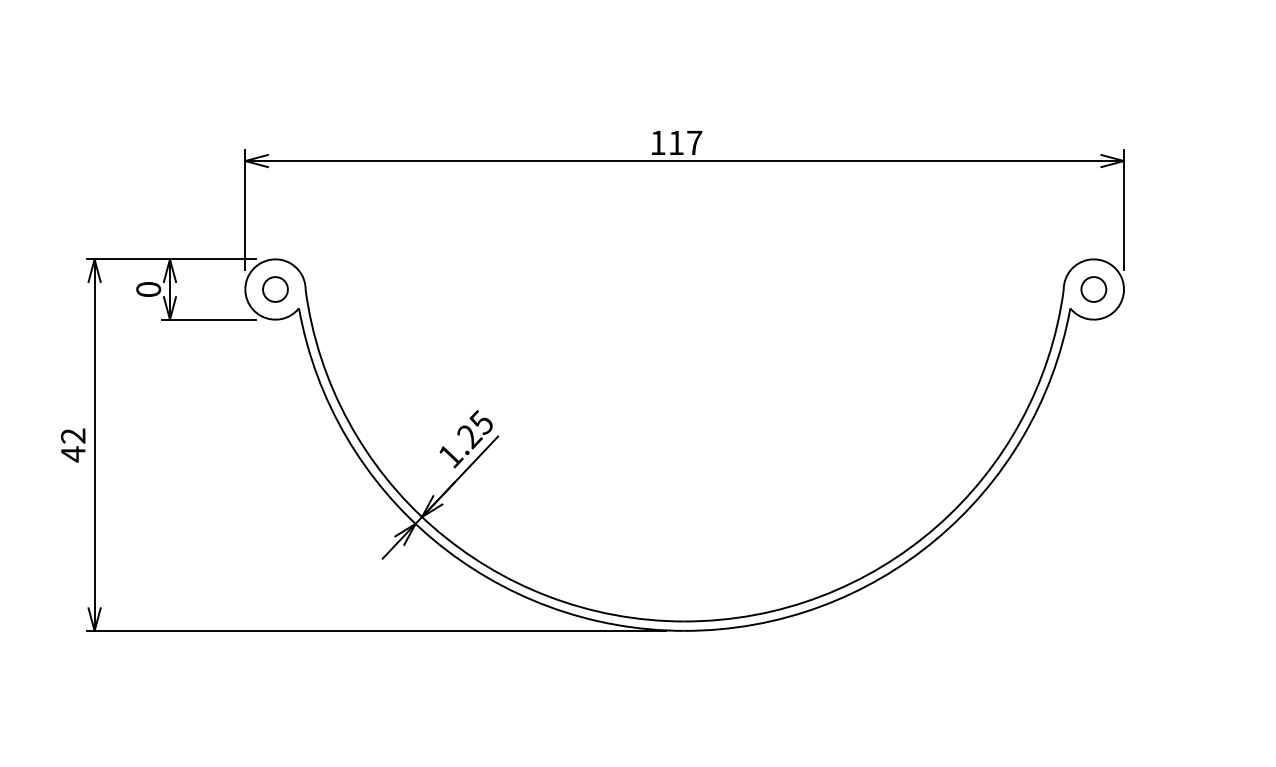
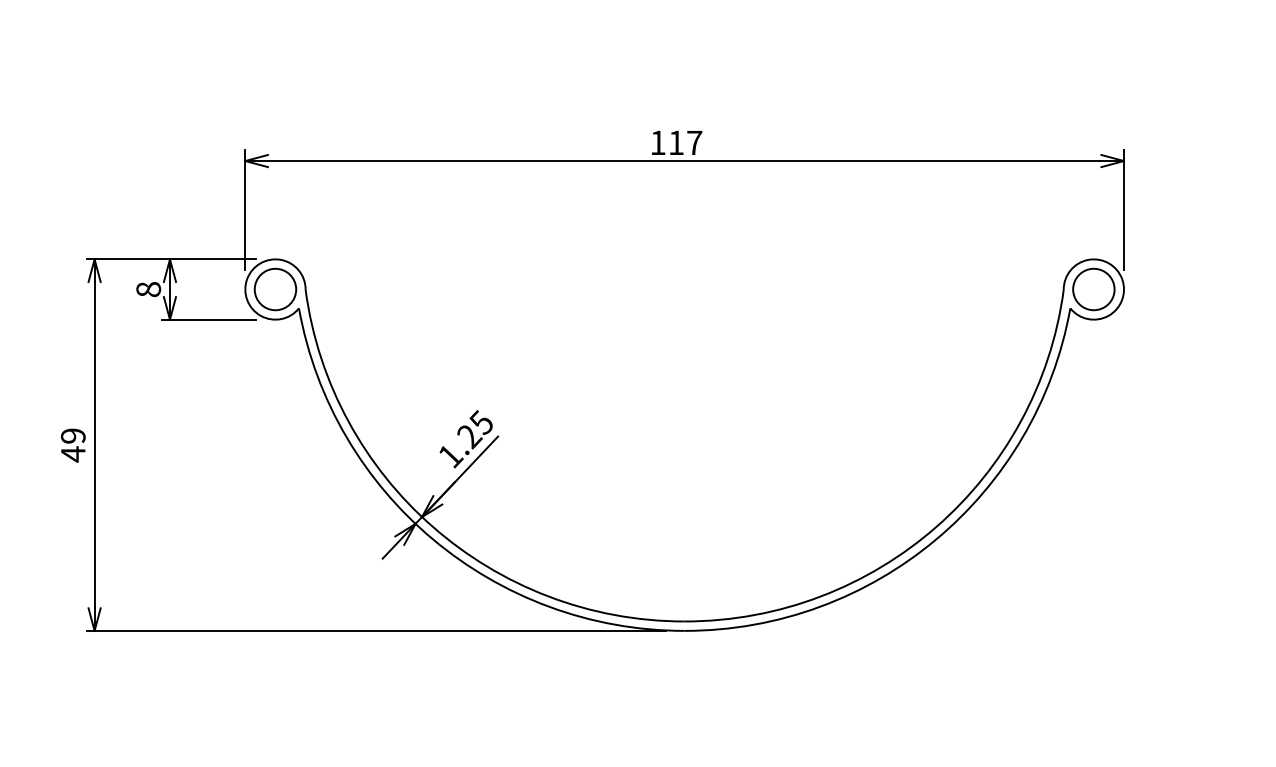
text at (148, 289): 0 -> 8
circle at (275, 289) diameter: 25 px -> 41 px
circle at (1093, 289) diameter: 25 px -> 41 px
text at (73, 435): 42 -> 49
